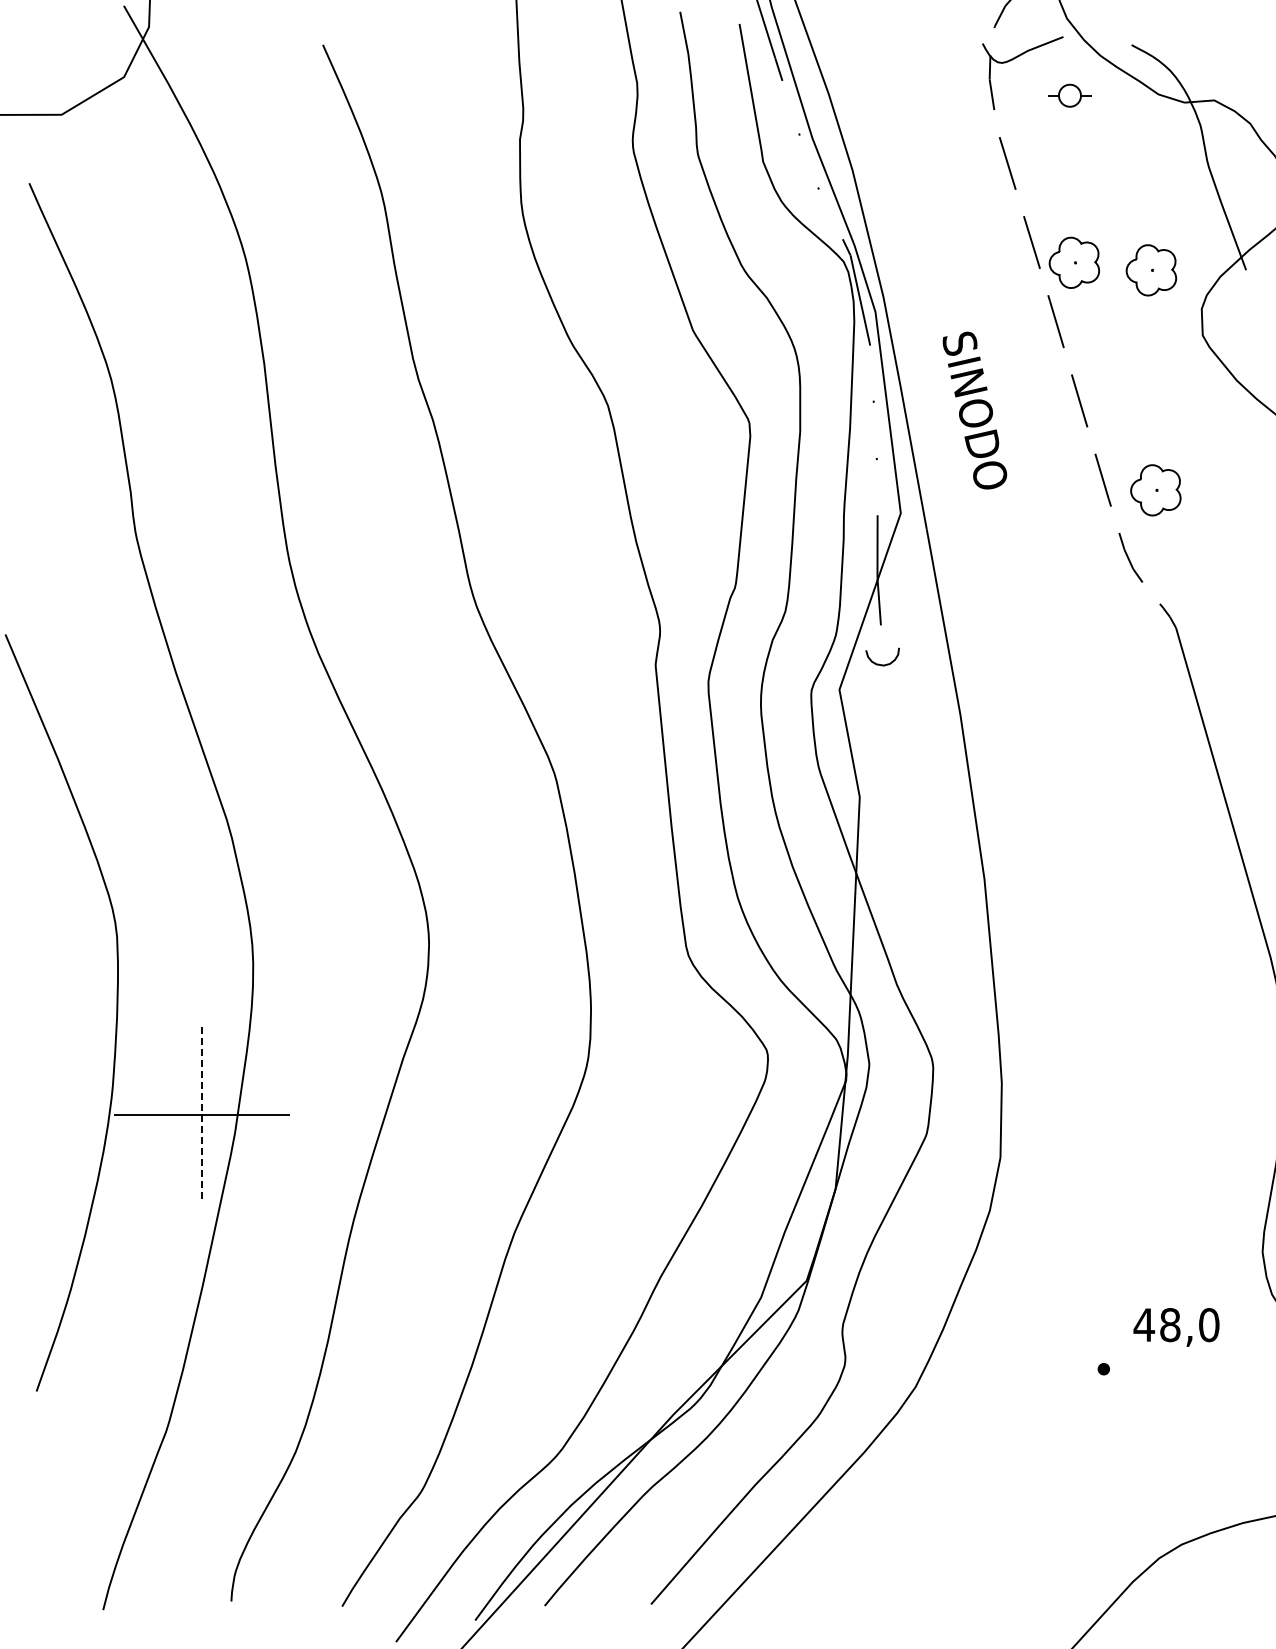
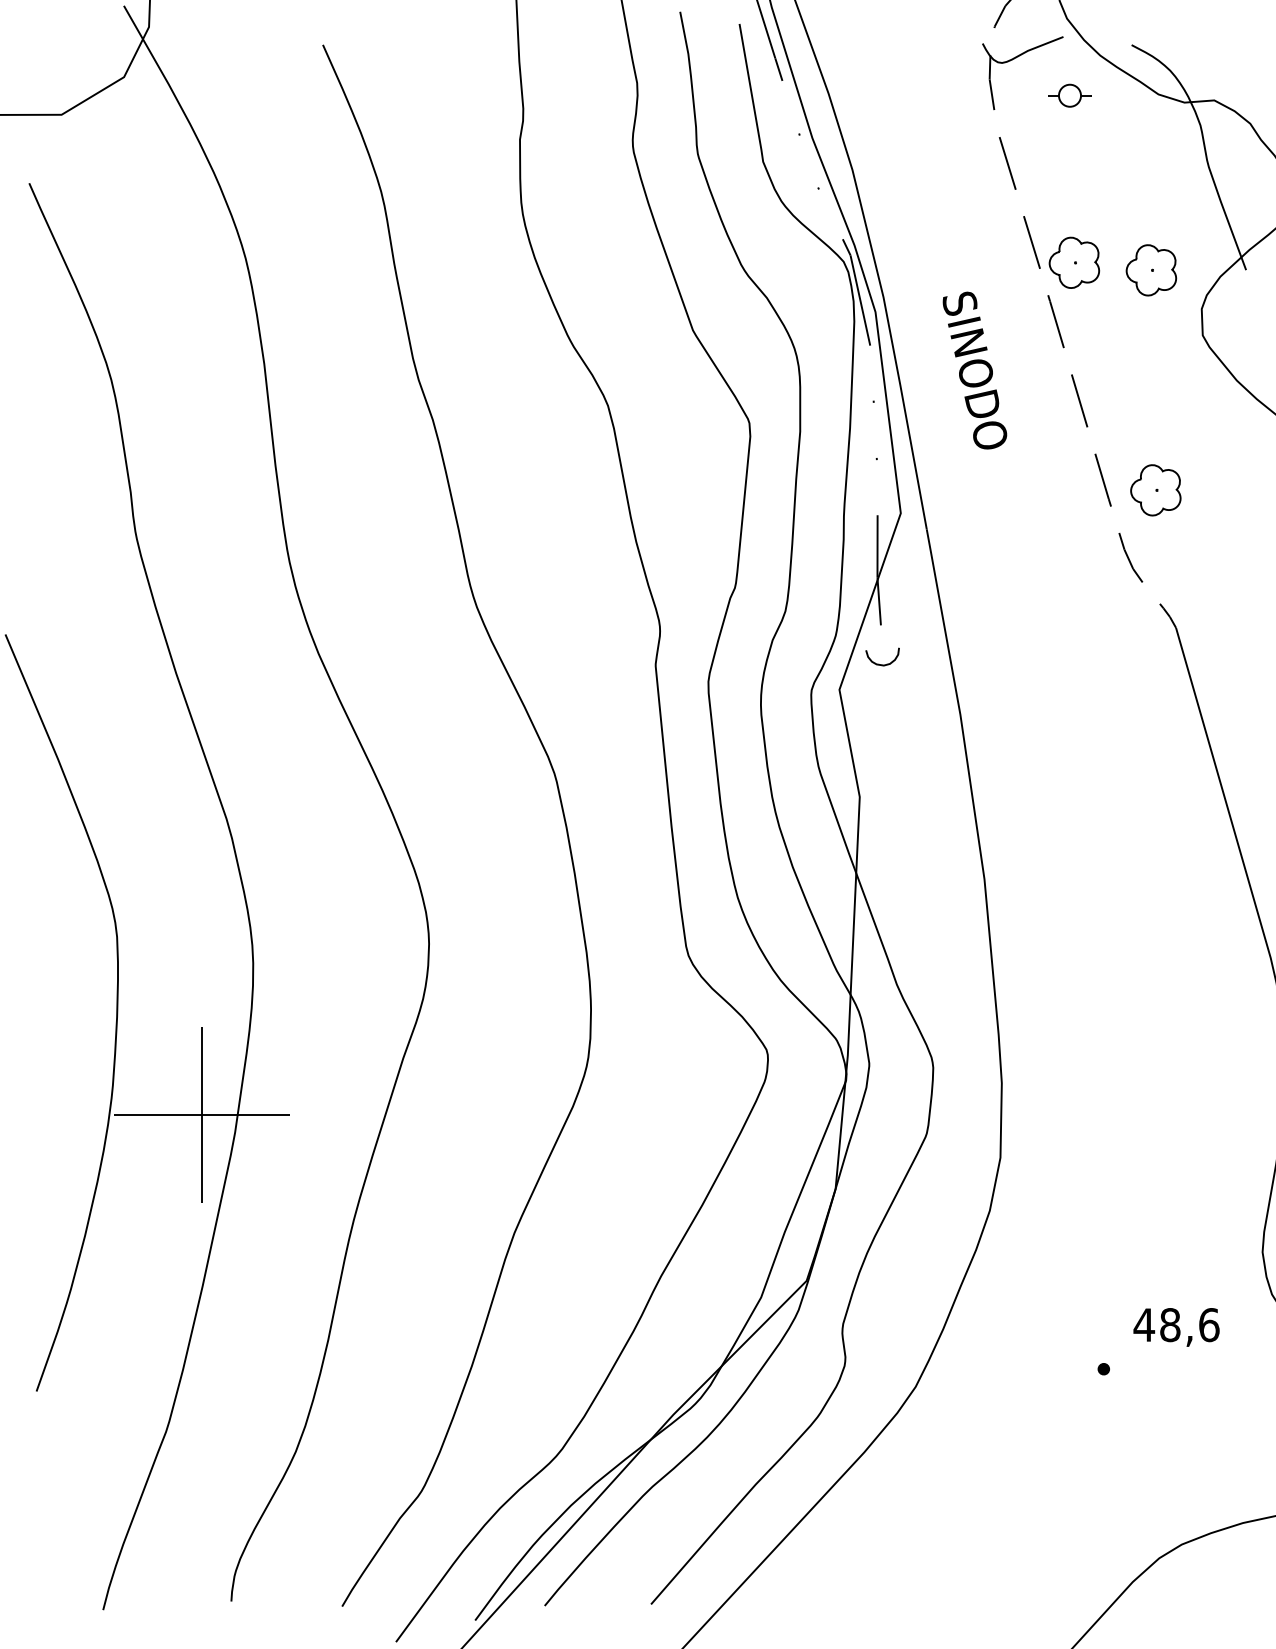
text at (974, 410) position: (974, 410) -> (974, 370)
line at (202, 1115): dashed -> solid
text at (1209, 1325): 48,0 -> 48,6
